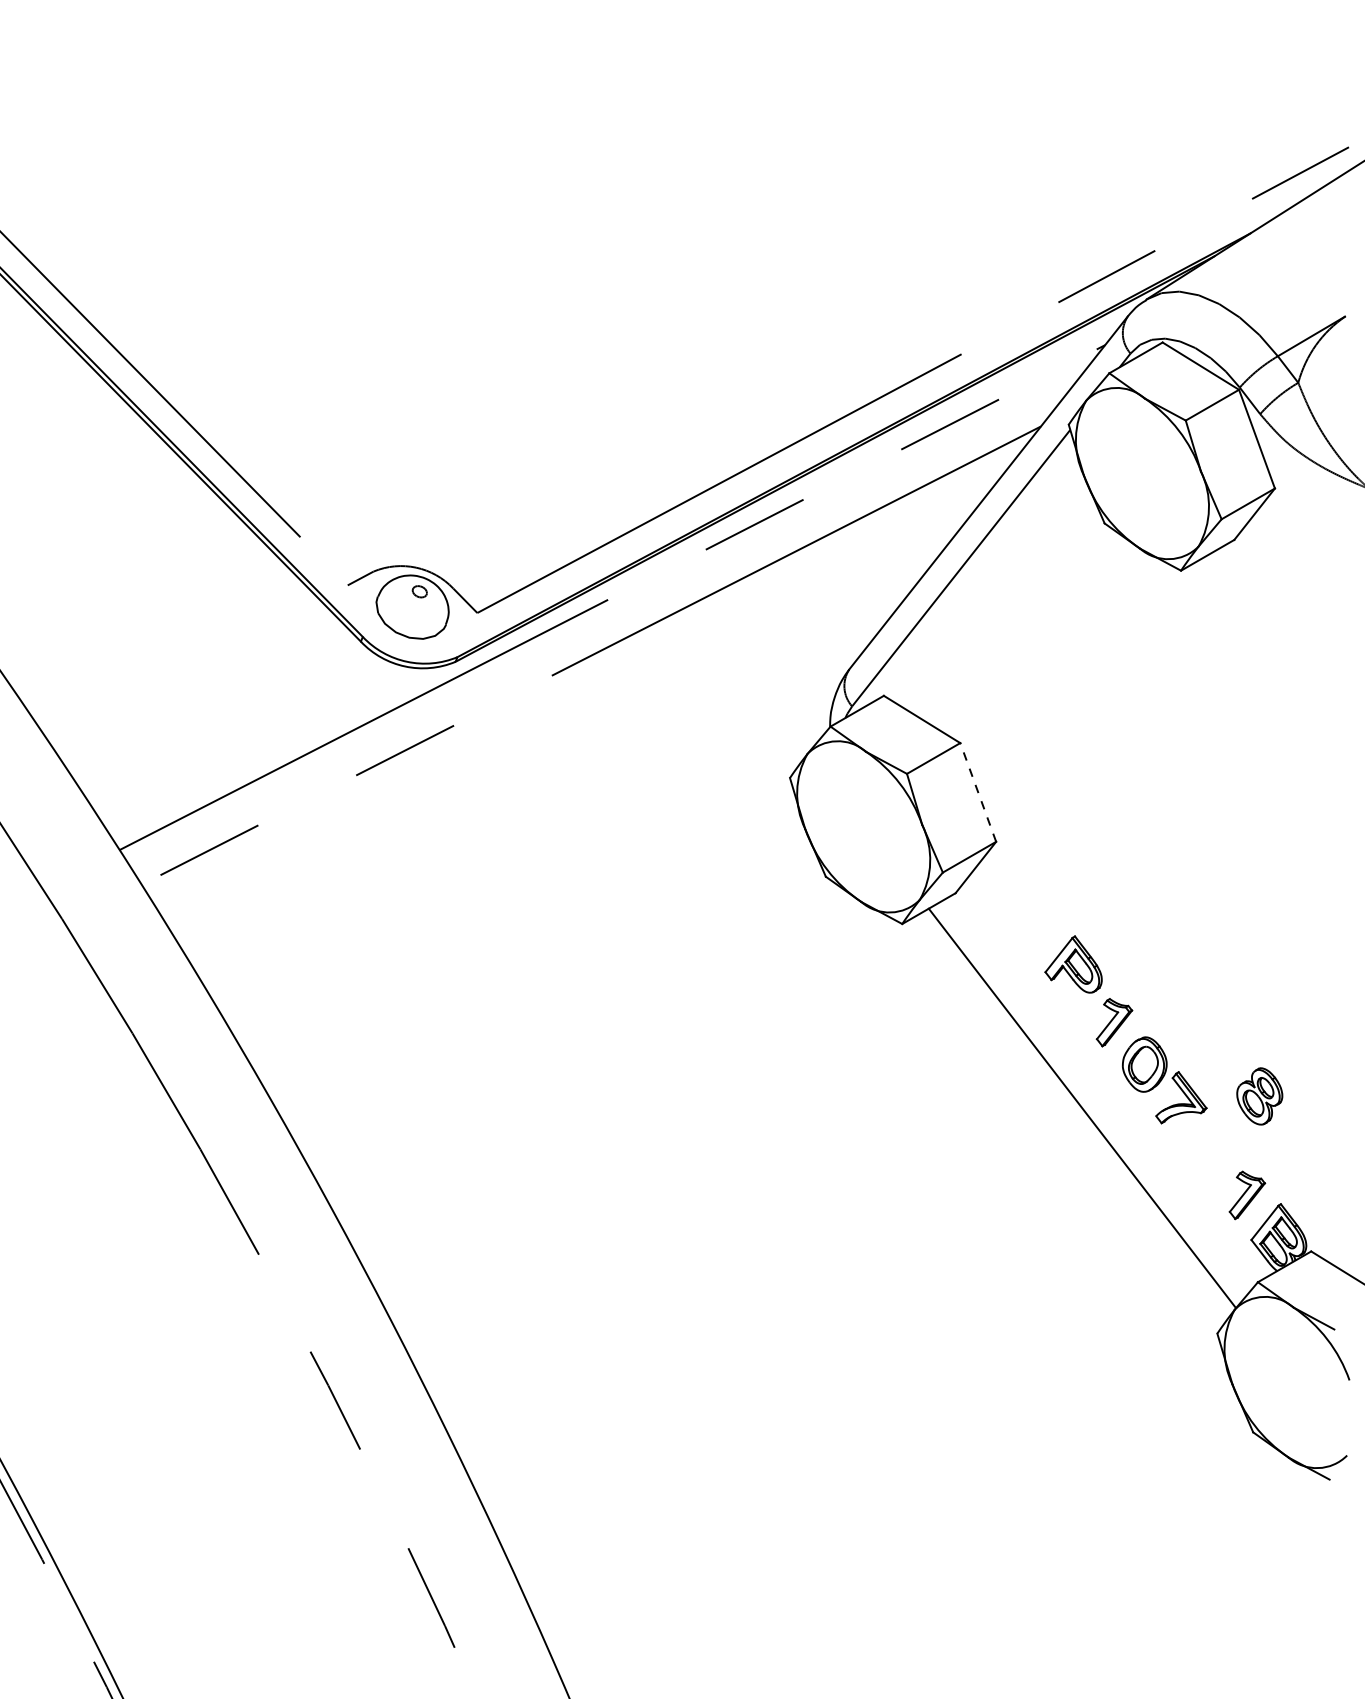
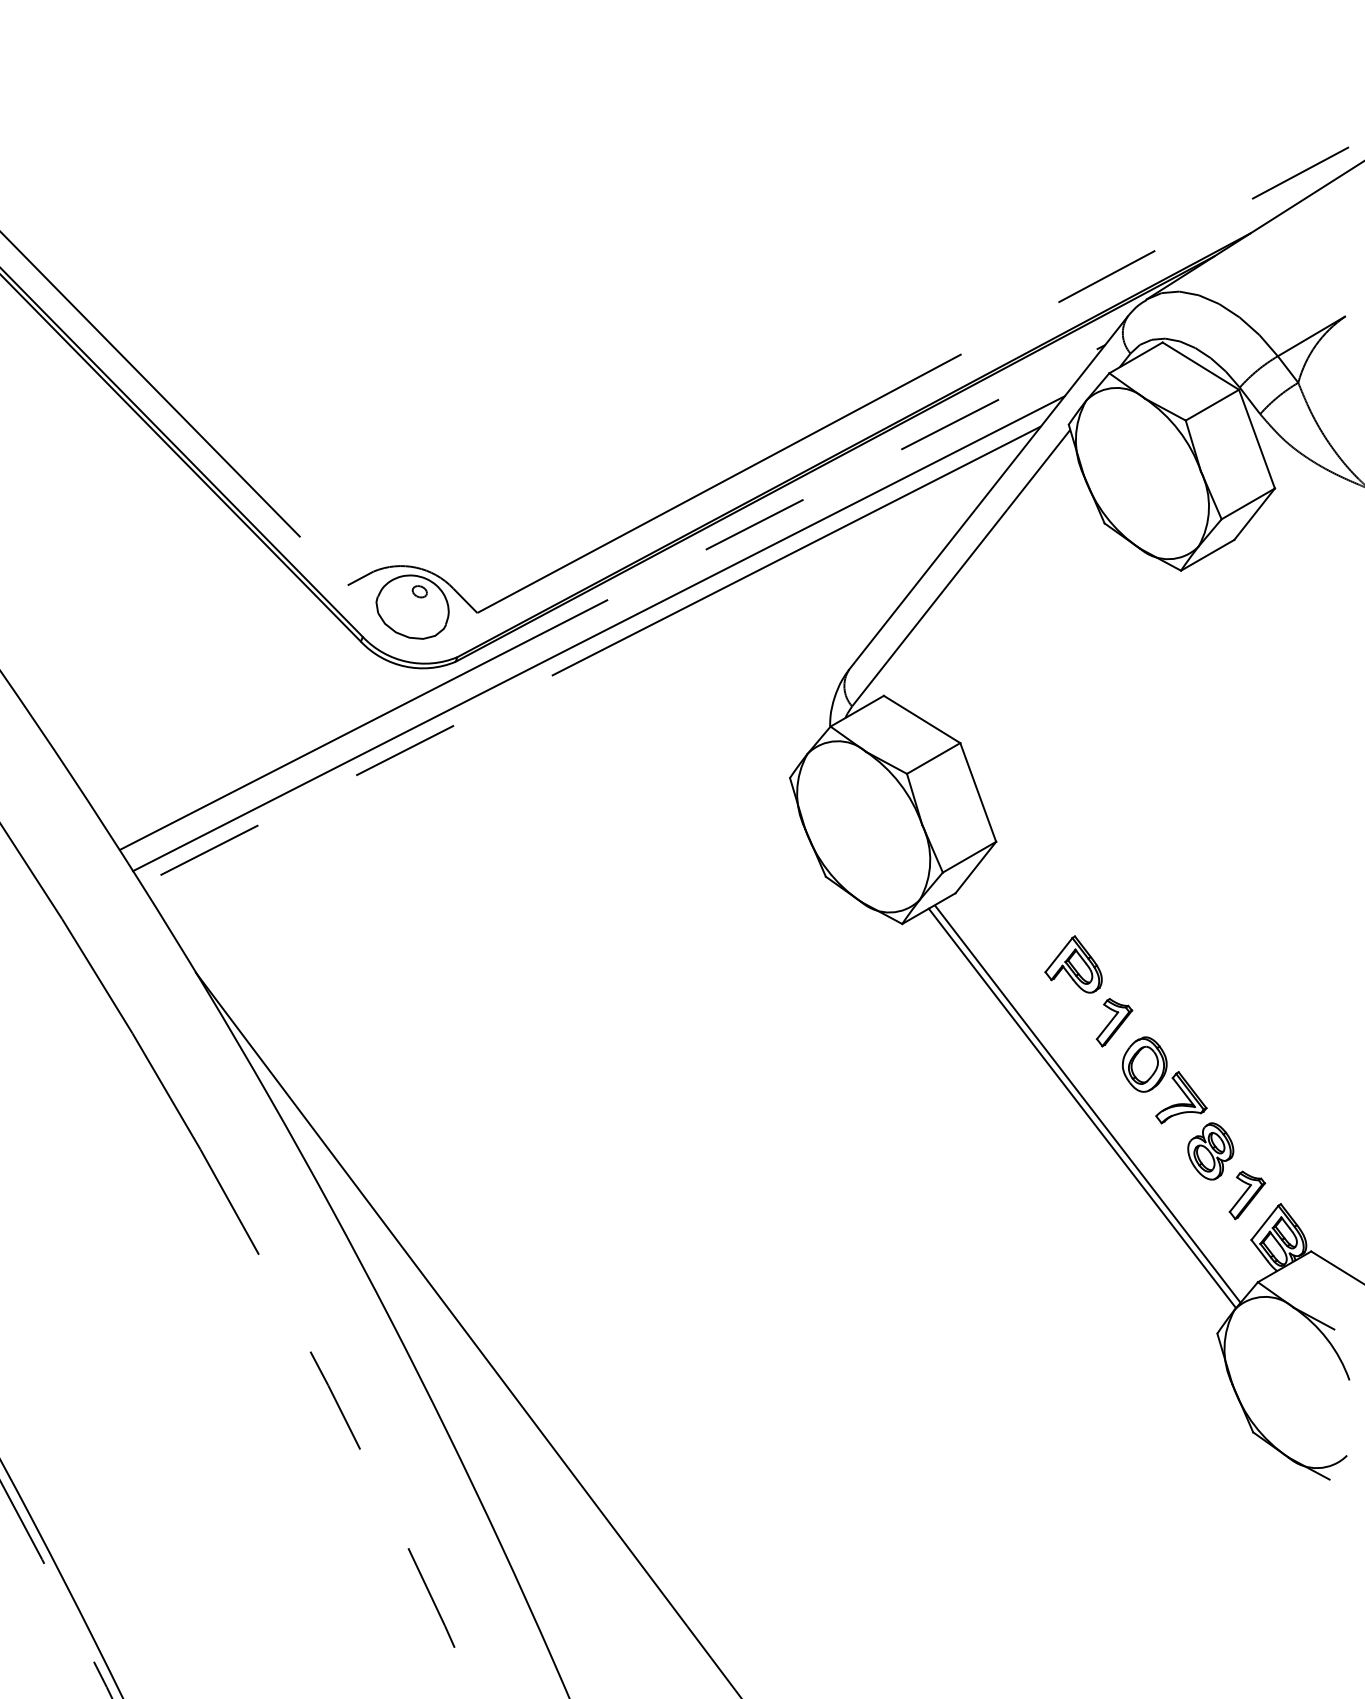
line at (598, 633): none -> present
line at (978, 792): dashed -> solid
part at (1259, 1096) position: (1259, 1096) -> (1210, 1151)
line at (1087, 1103): none -> present
line at (467, 1333): none -> present
